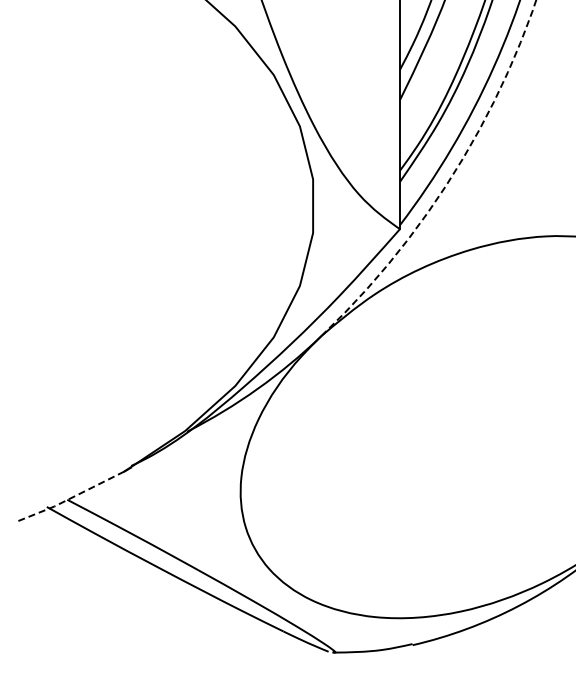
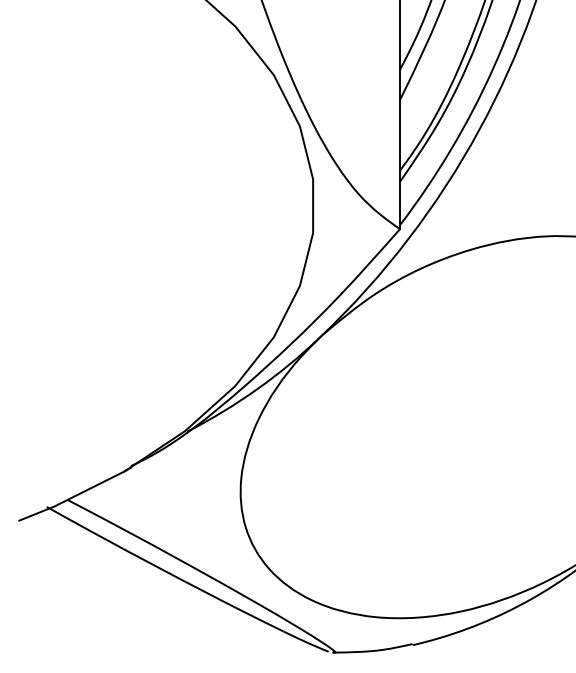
arc at (449, 180): dashed -> solid
line at (72, 497): dashed -> solid
